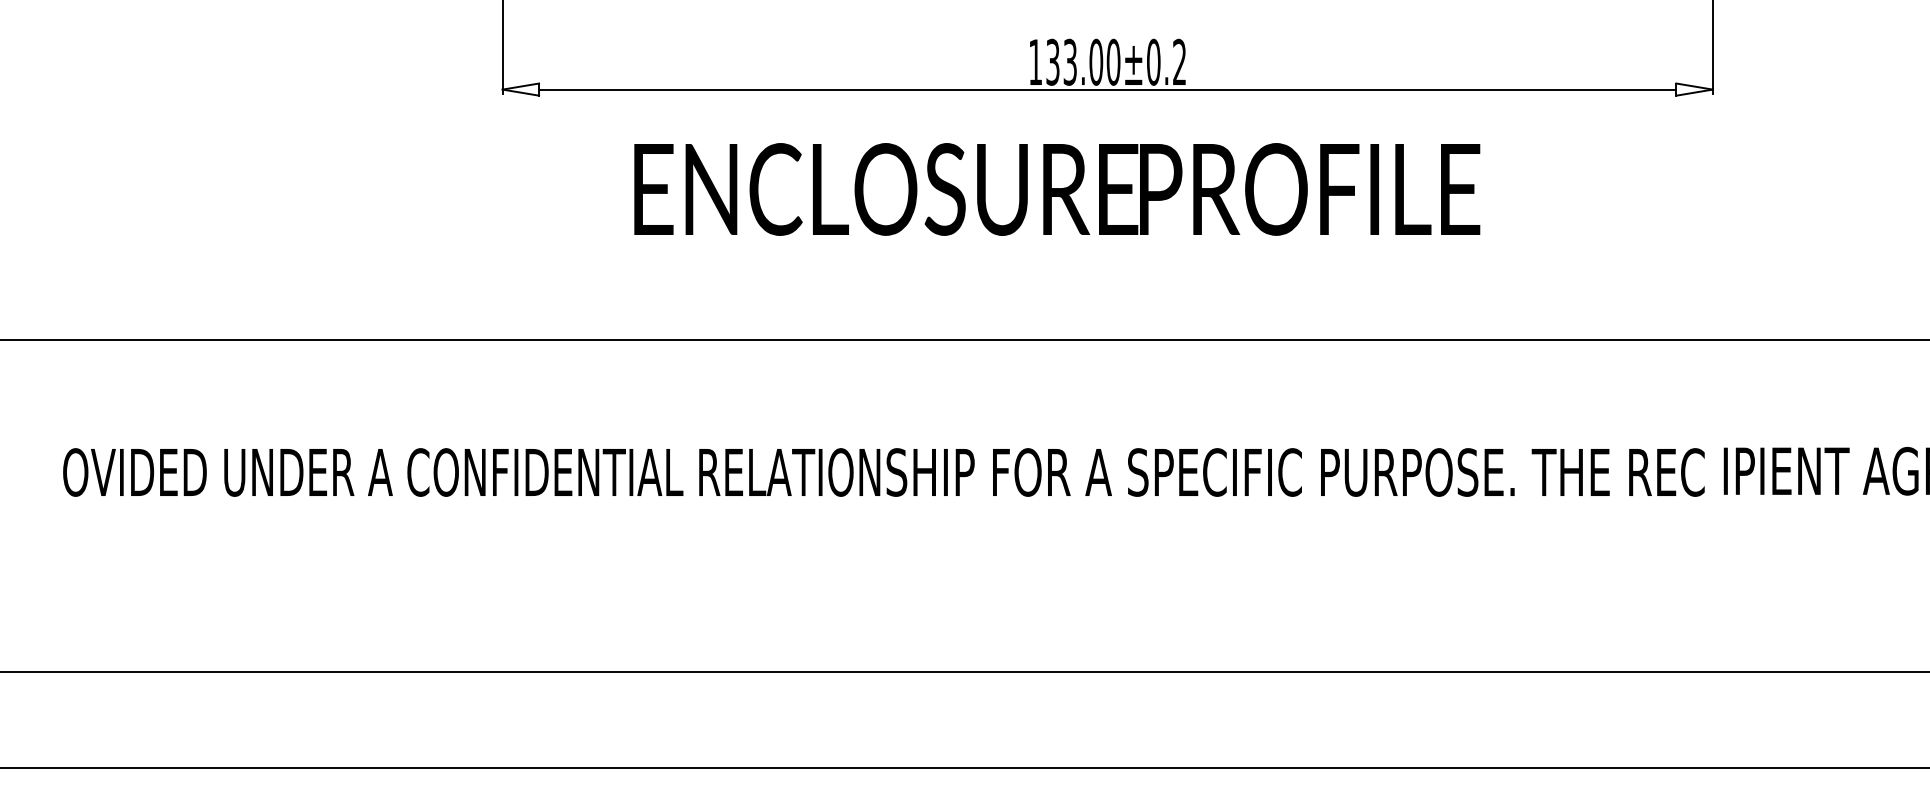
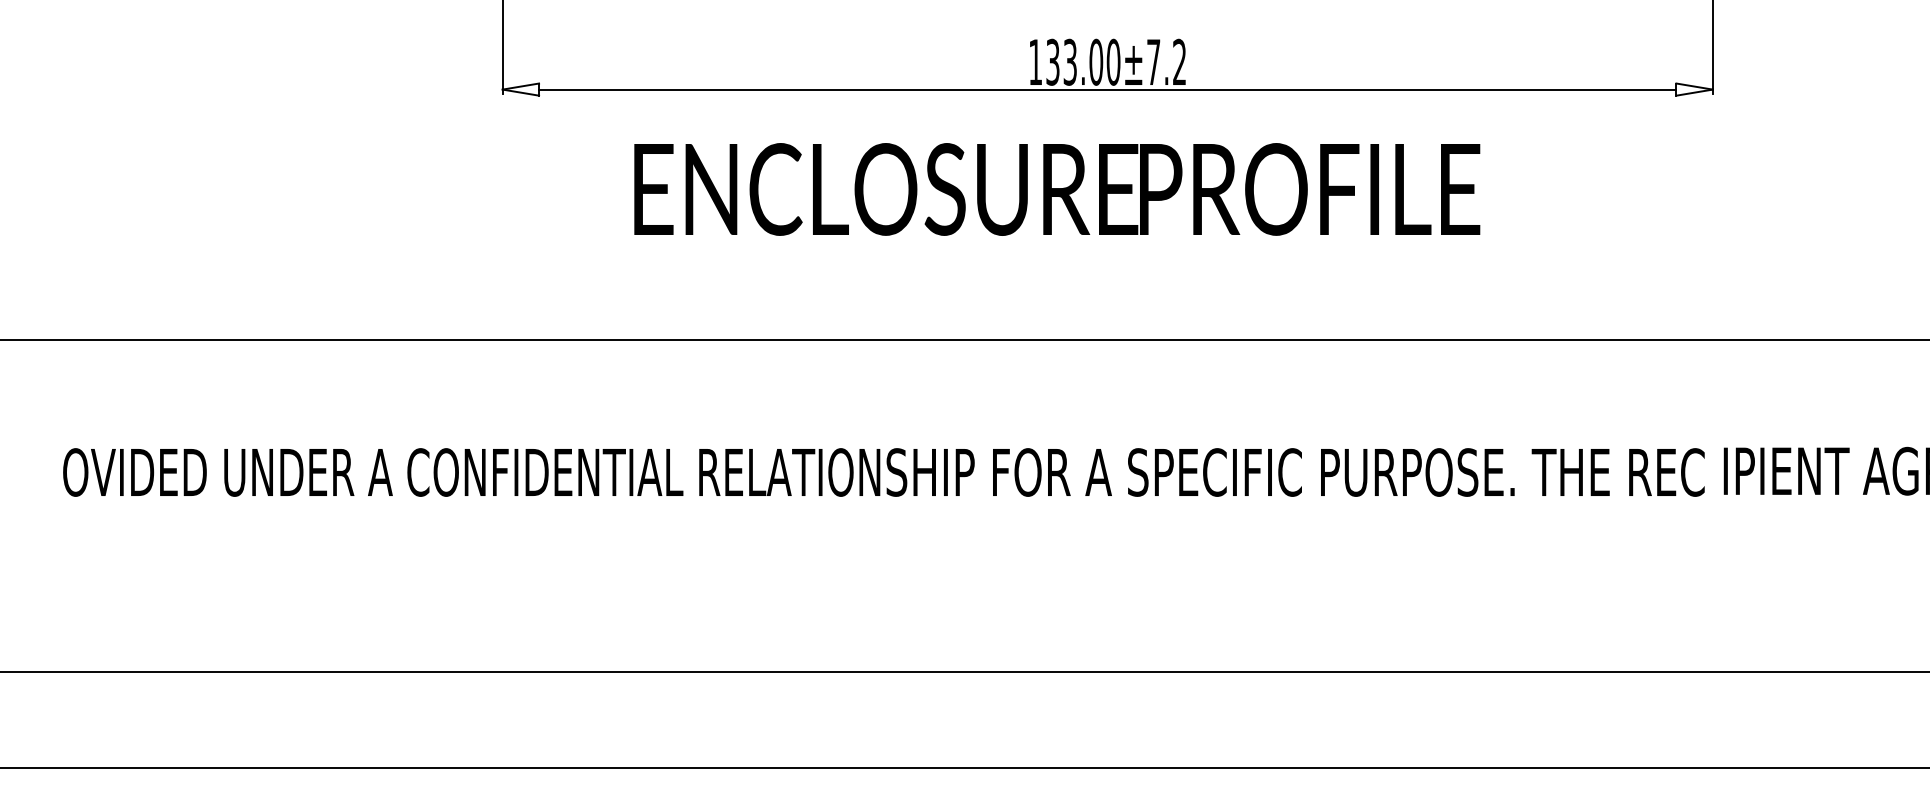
text at (1153, 61): 133.00±0.2 -> 133.00±7.2
